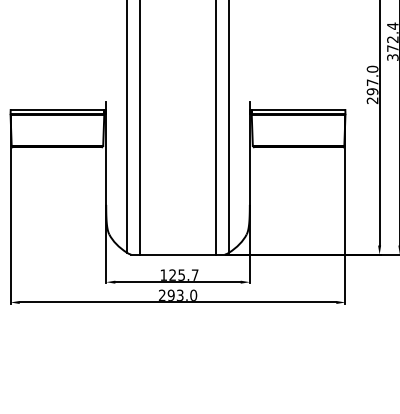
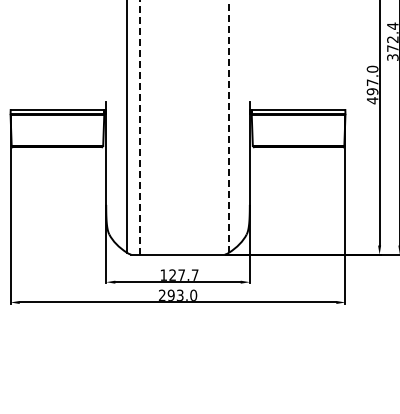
text at (372, 100): 297.0 -> 497.0
line at (139, 126): solid -> dashed
line at (229, 126): solid -> dashed
line at (216, 128): present -> none
text at (181, 274): 125.7 -> 127.7
